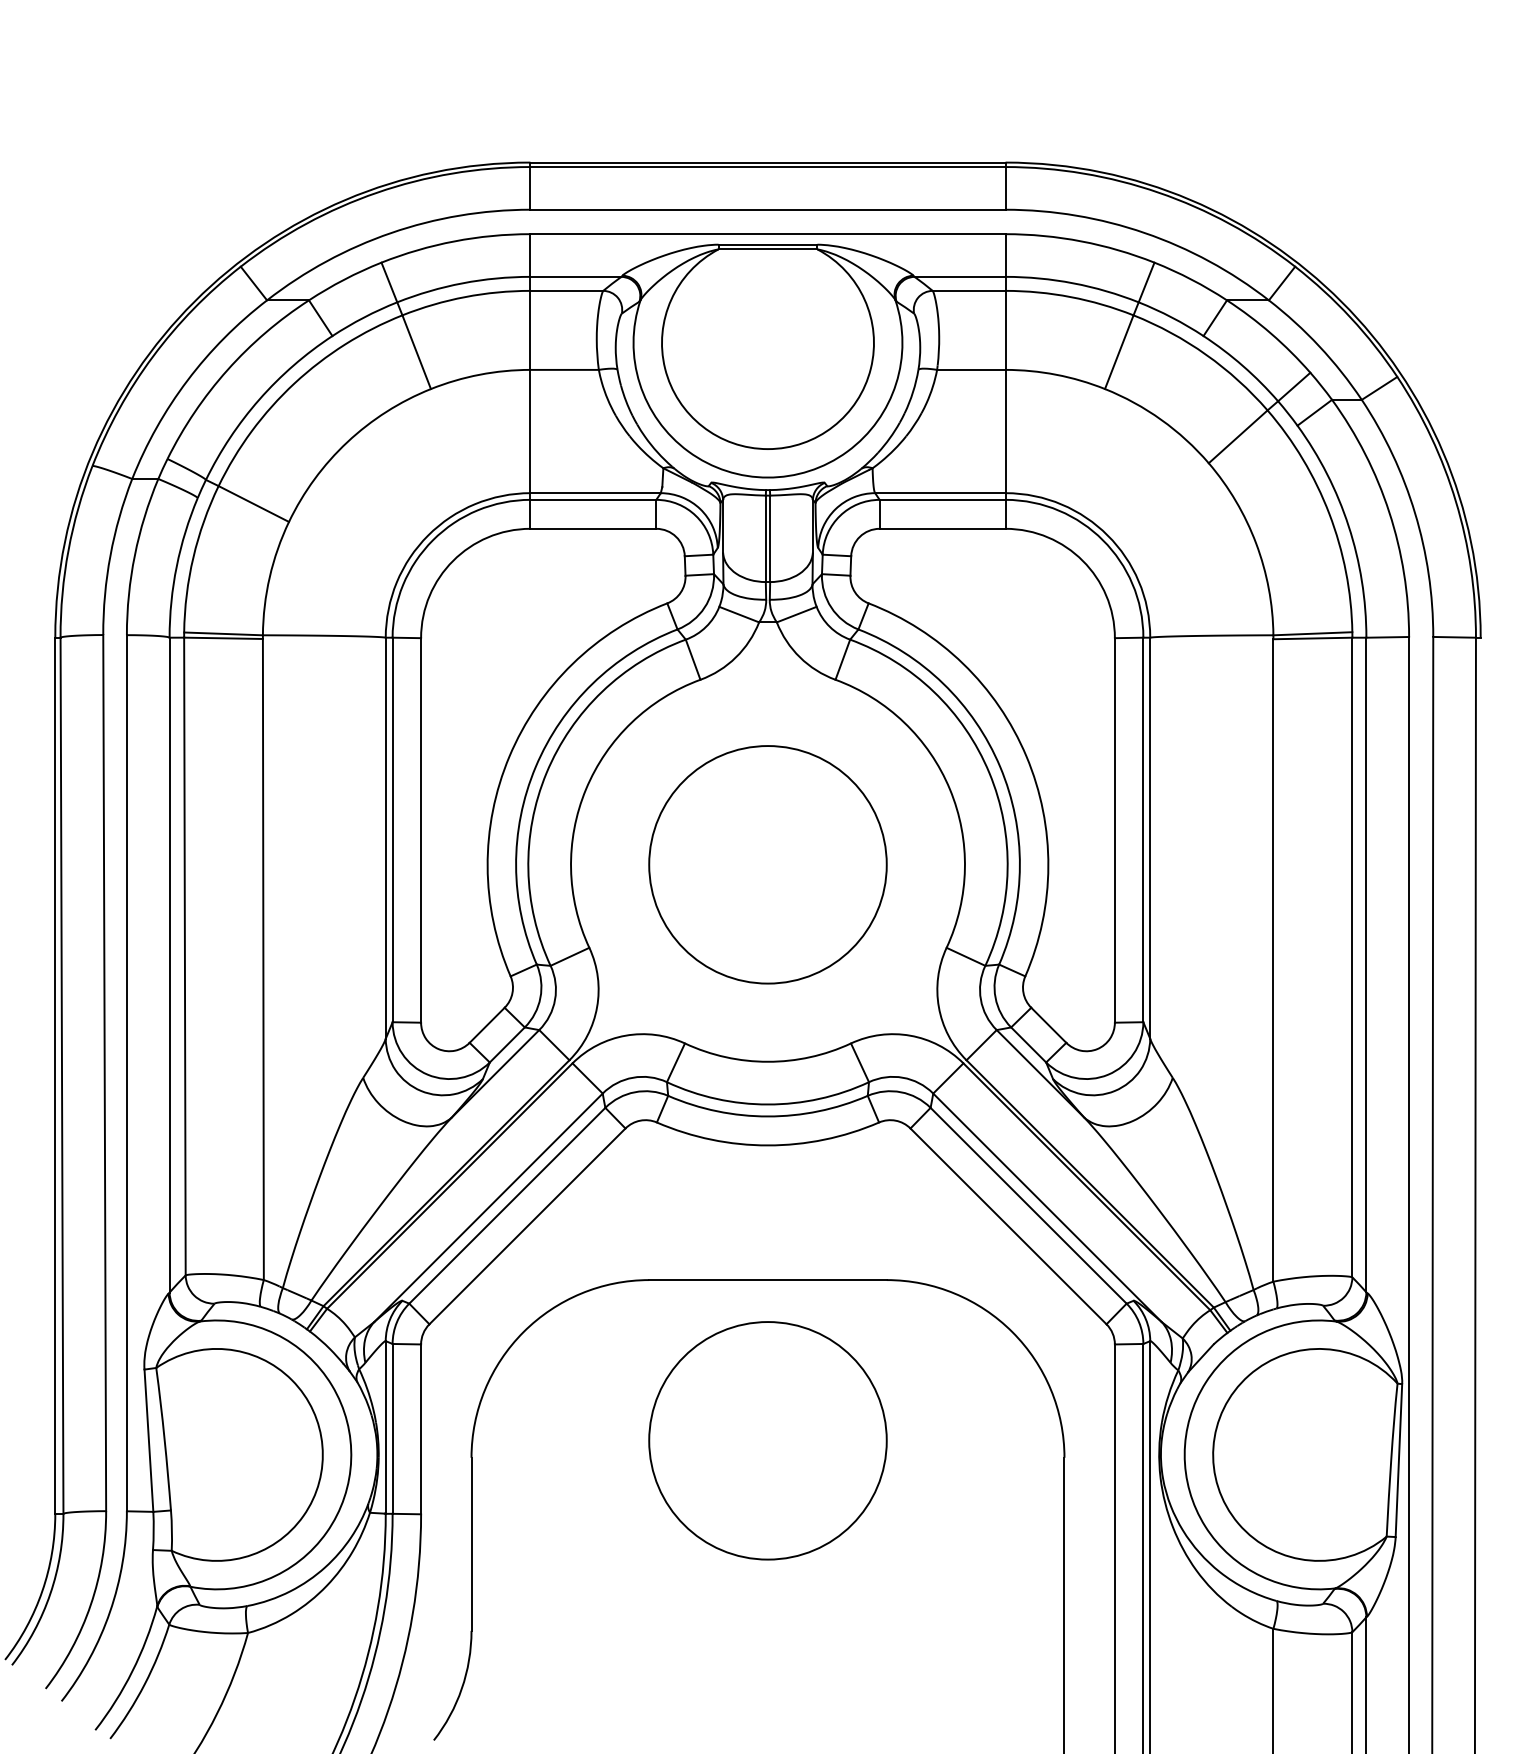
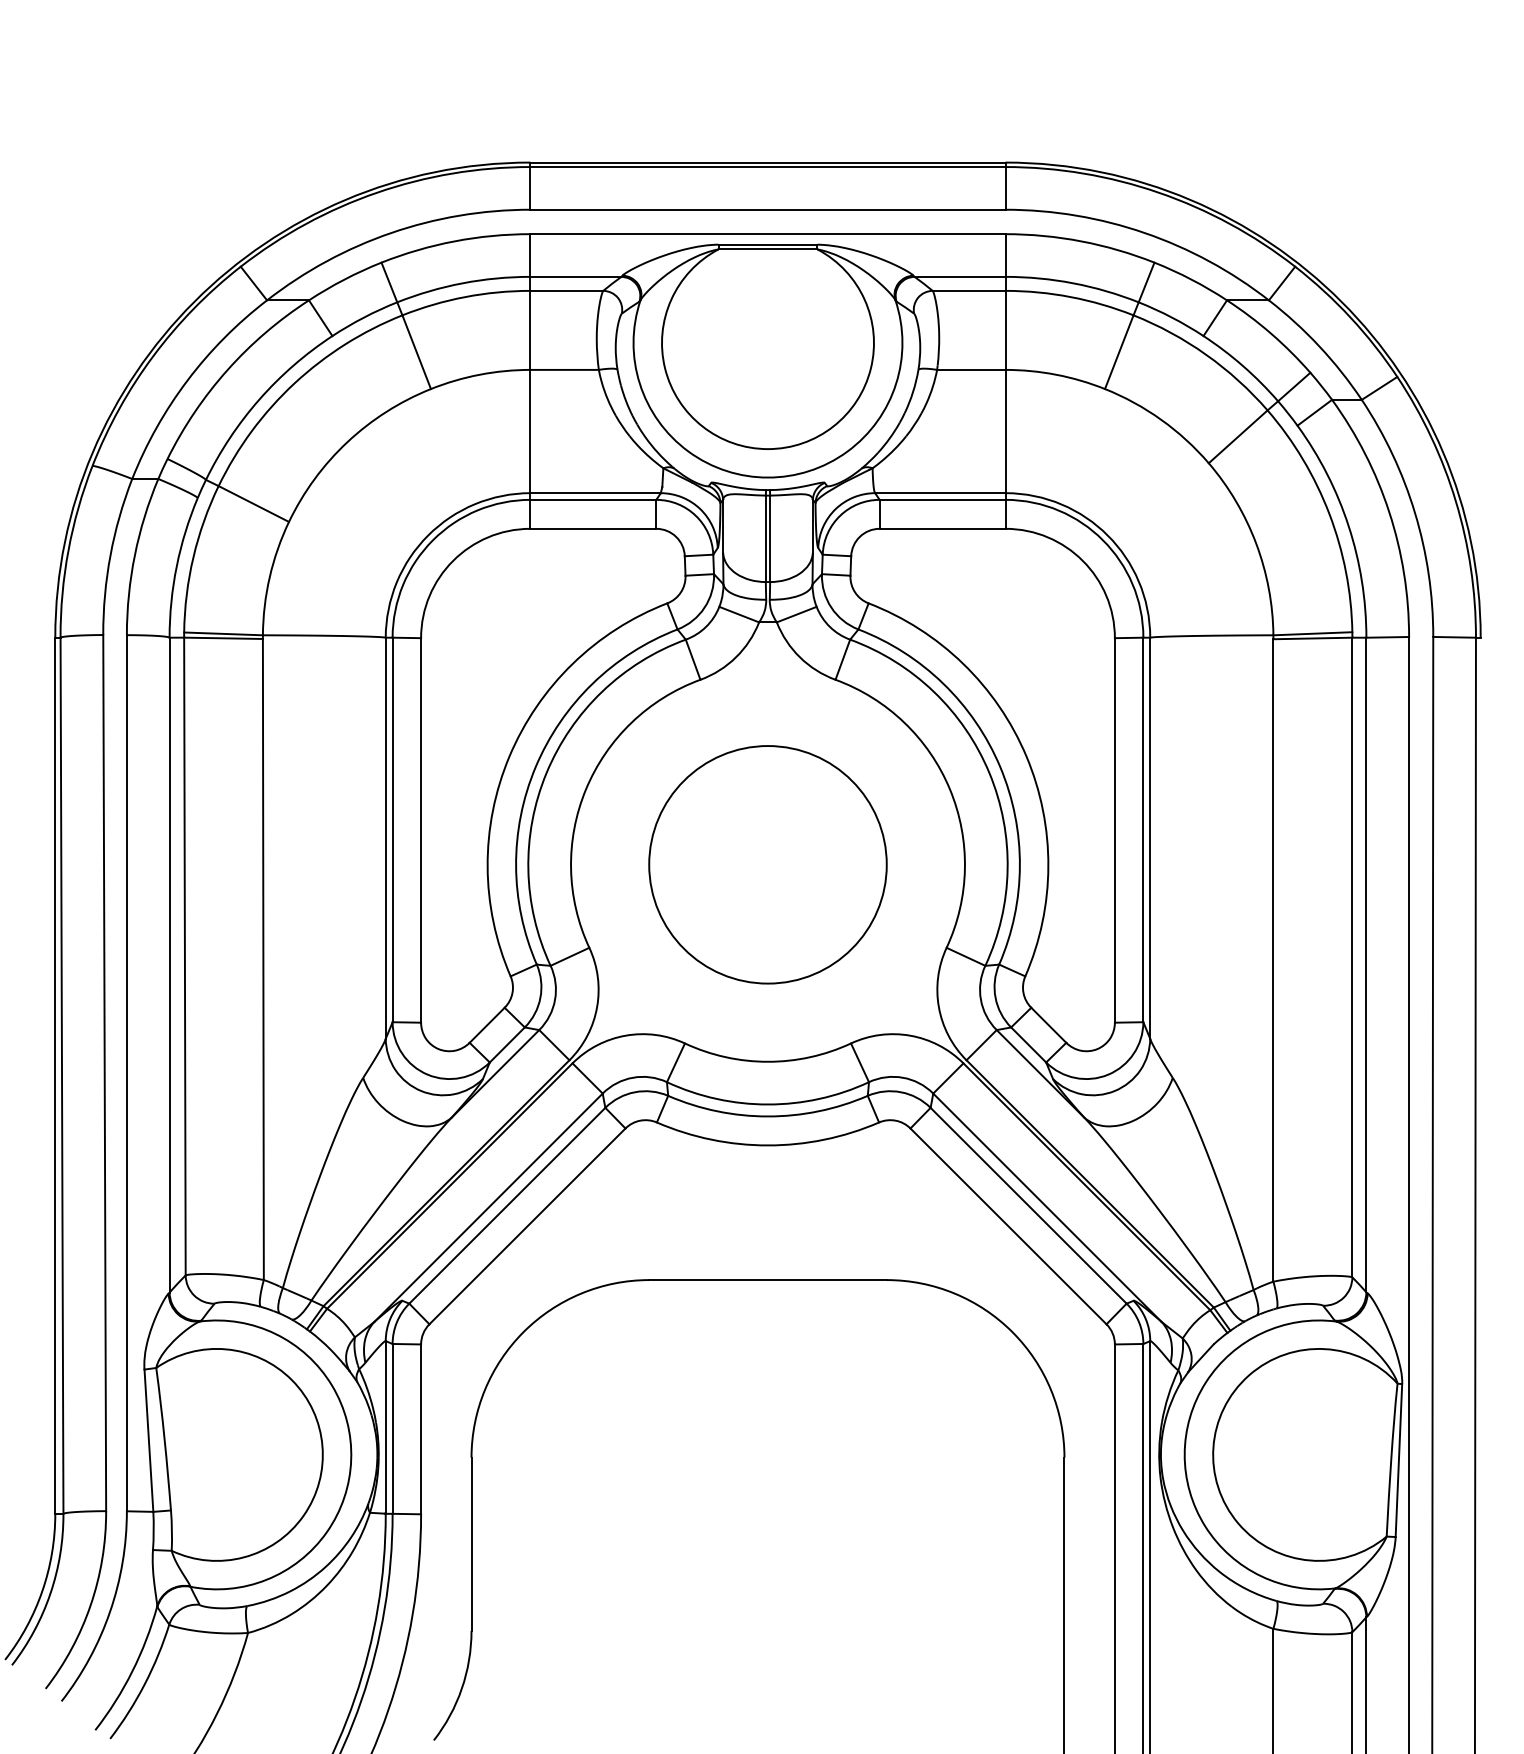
circle at (767, 1440): present -> none
